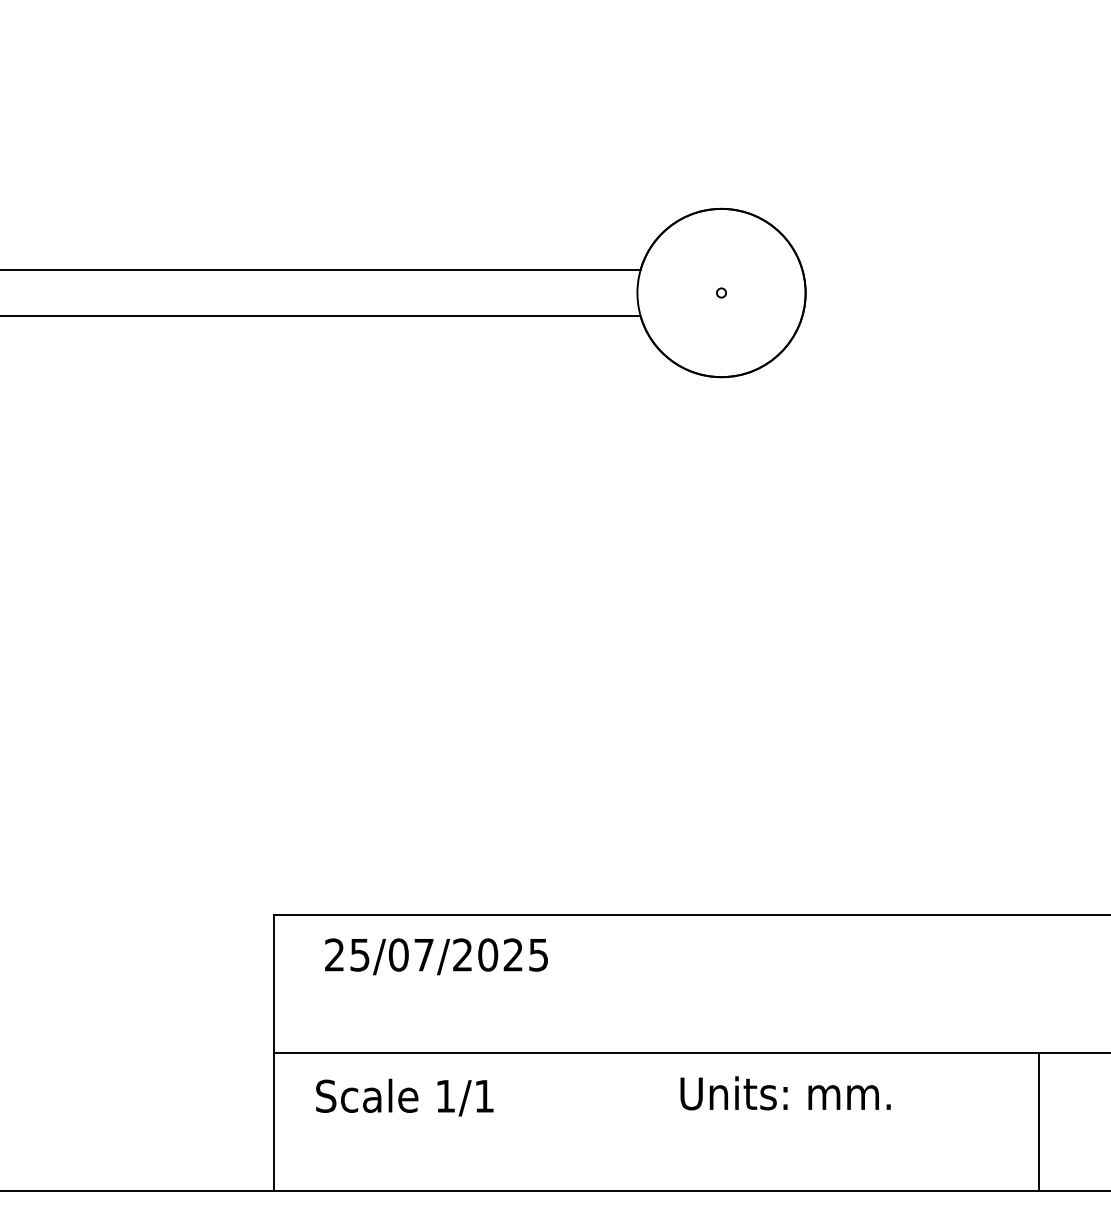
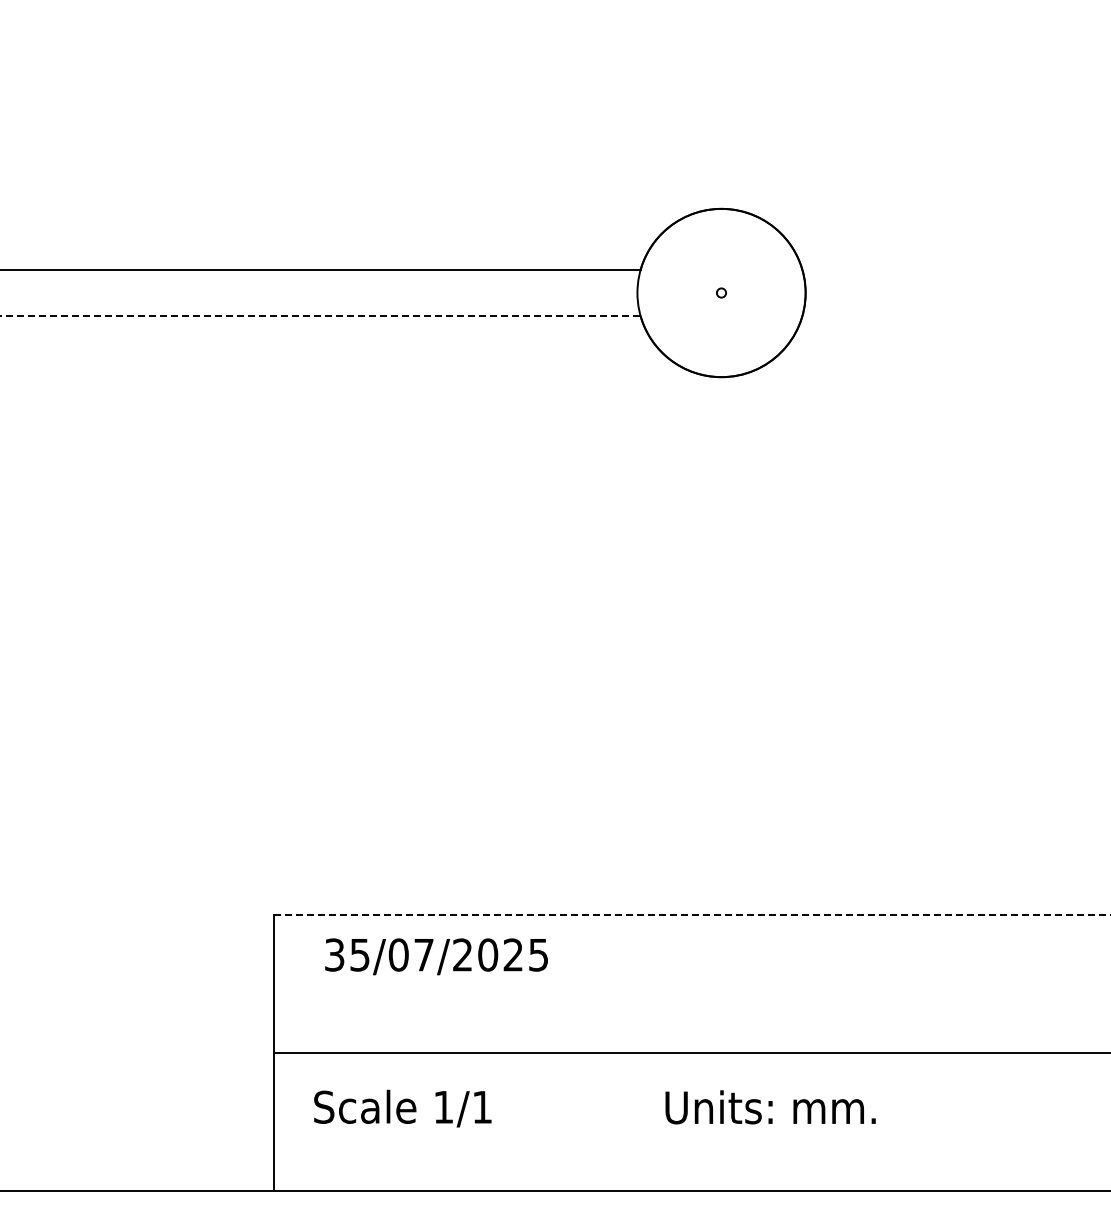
line at (320, 316): solid -> dashed
line at (692, 915): solid -> dashed
text at (334, 954): 25/07/2025 -> 35/07/2025
text at (785, 1093) position: (785, 1093) -> (770, 1107)
text at (404, 1097) position: (404, 1097) -> (402, 1108)
line at (1039, 1122): present -> none
